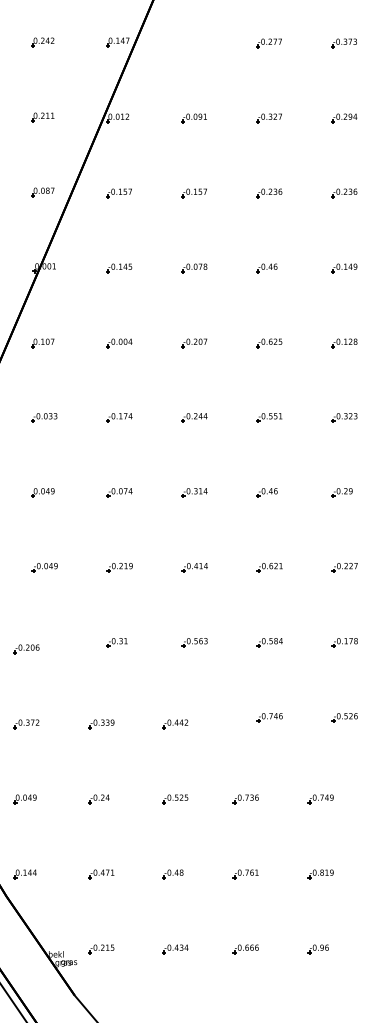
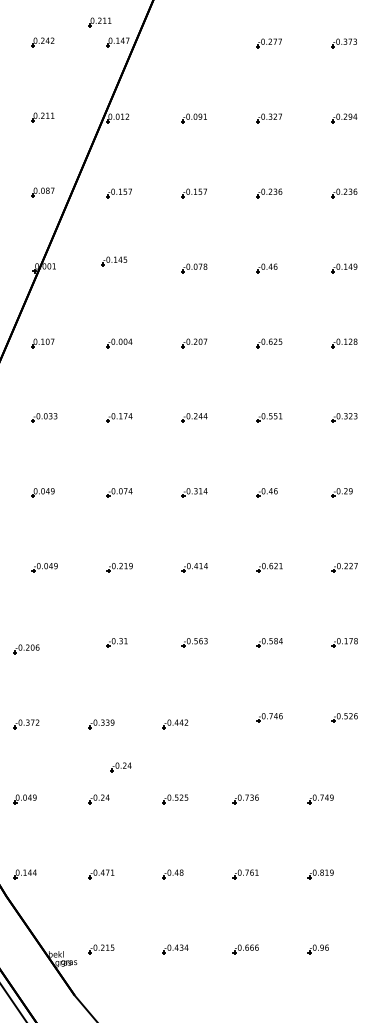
part at (99, 22): none -> present
part at (119, 268) position: (119, 268) -> (114, 261)
part at (120, 767): none -> present
